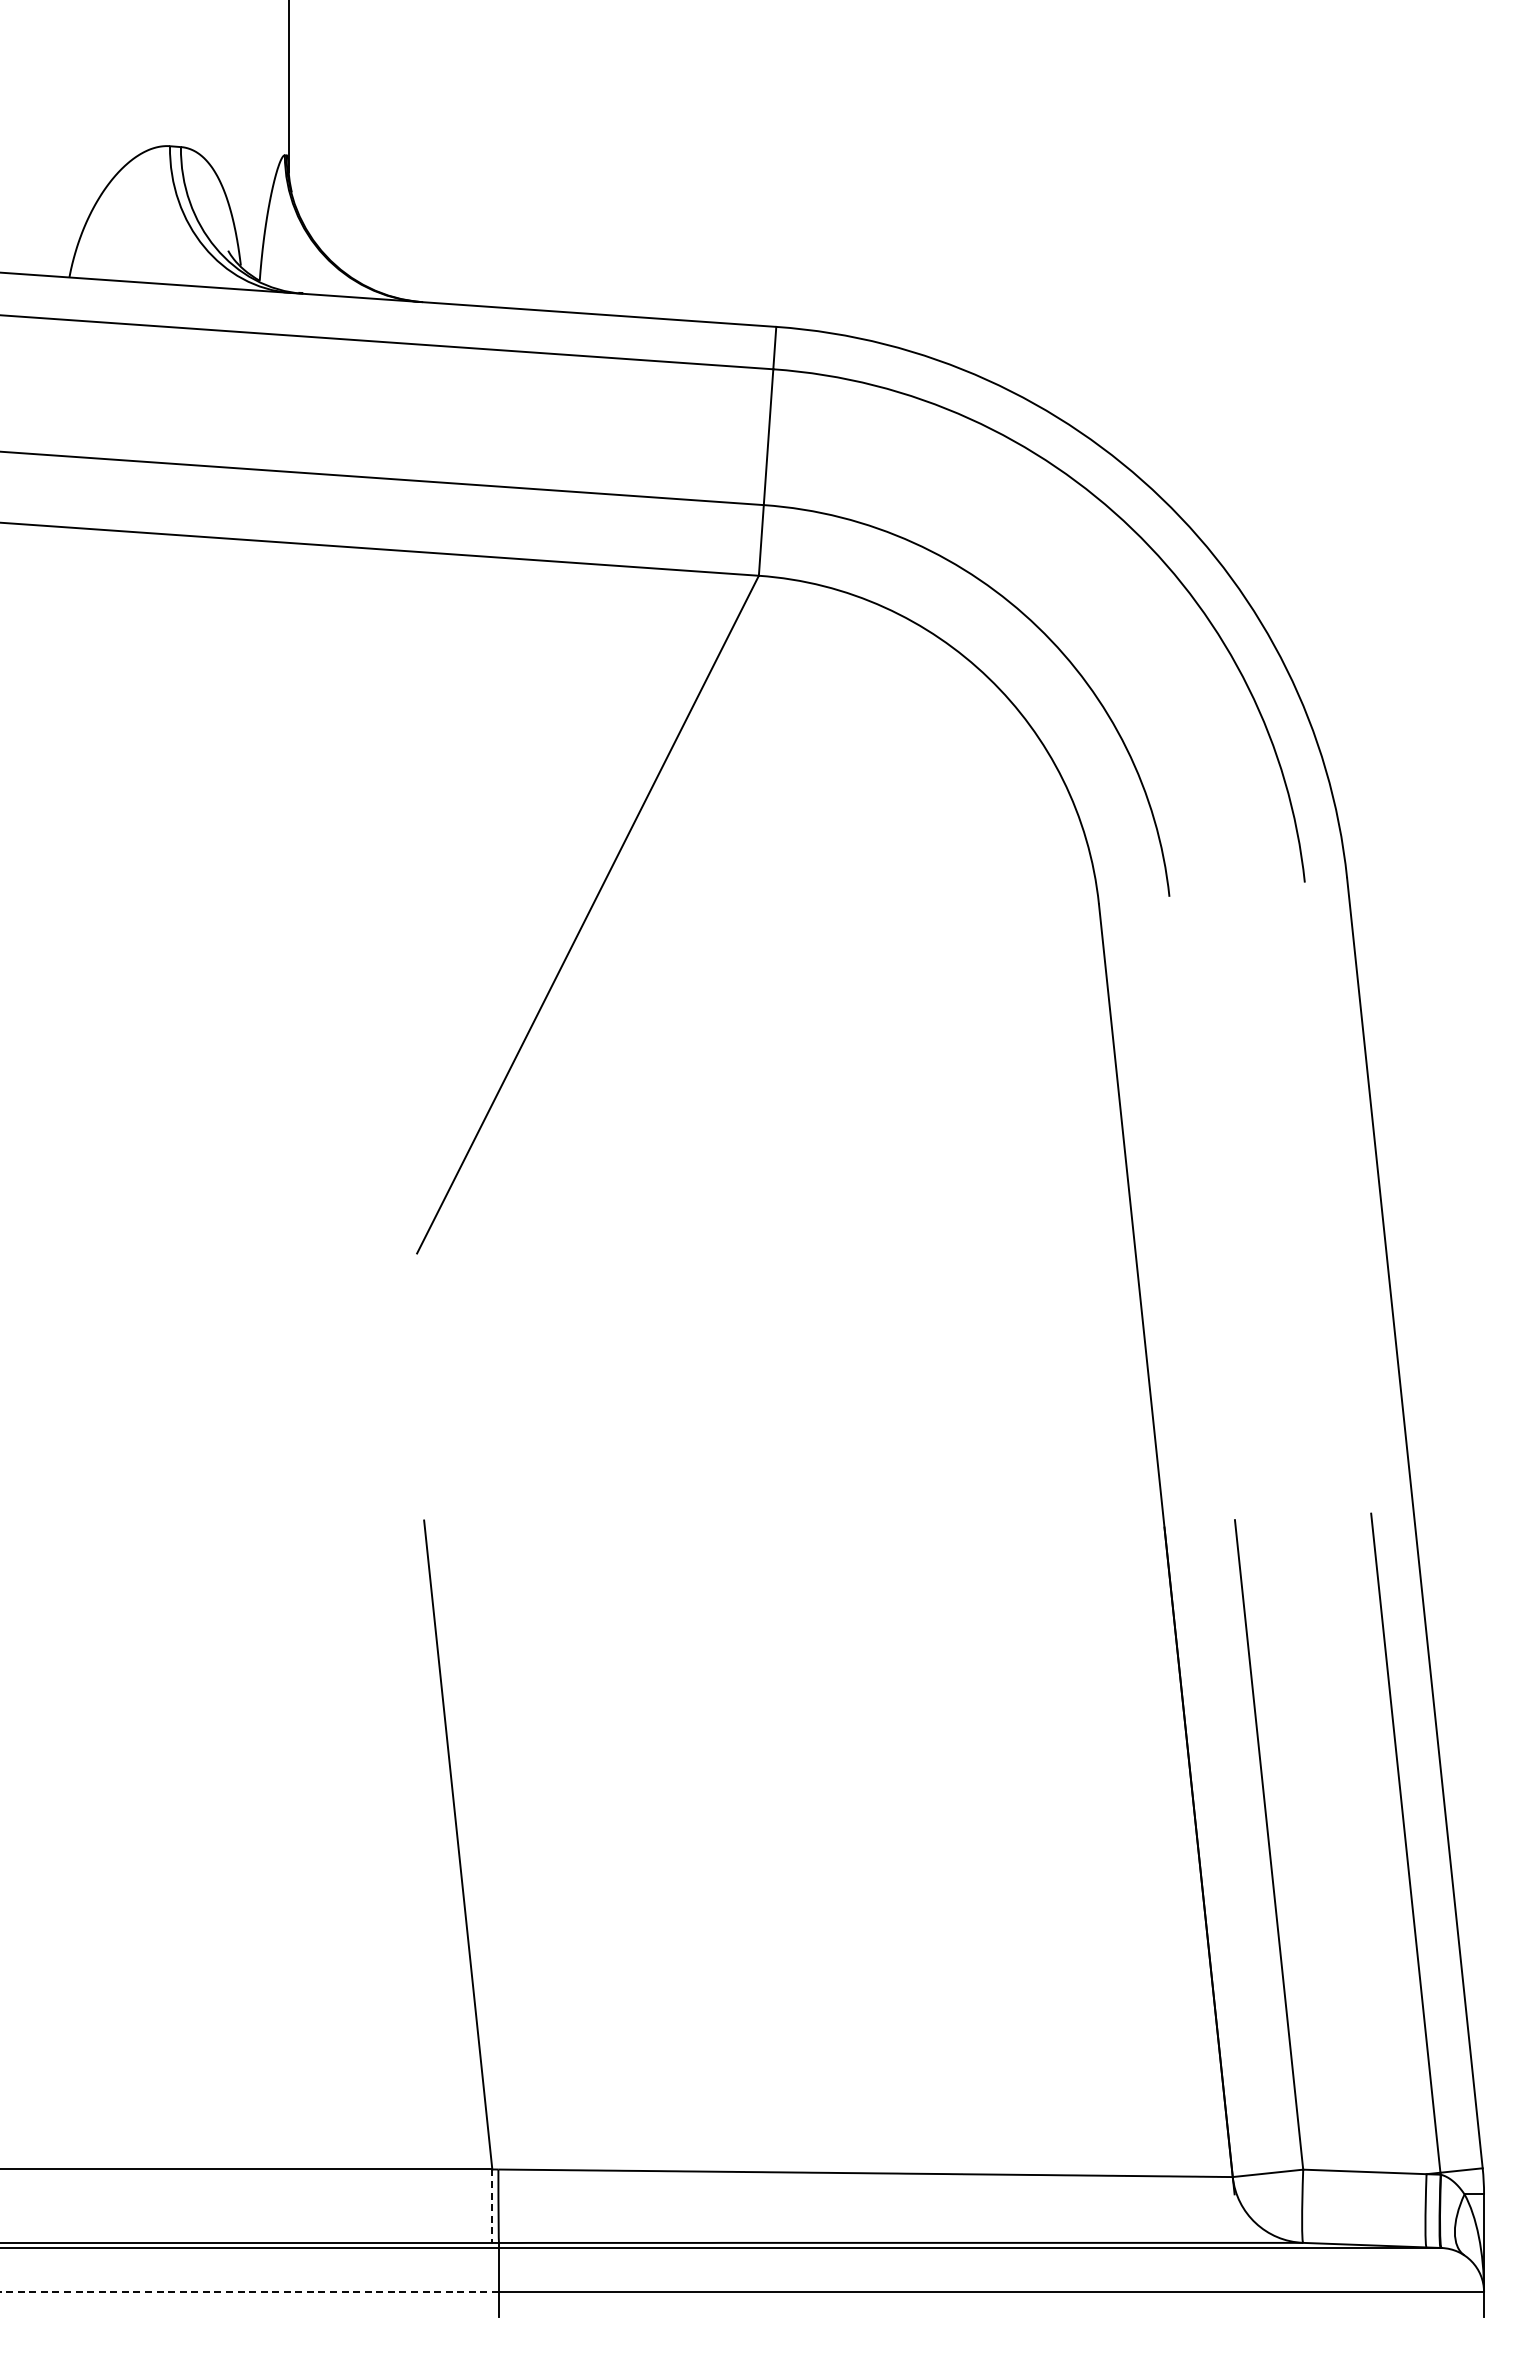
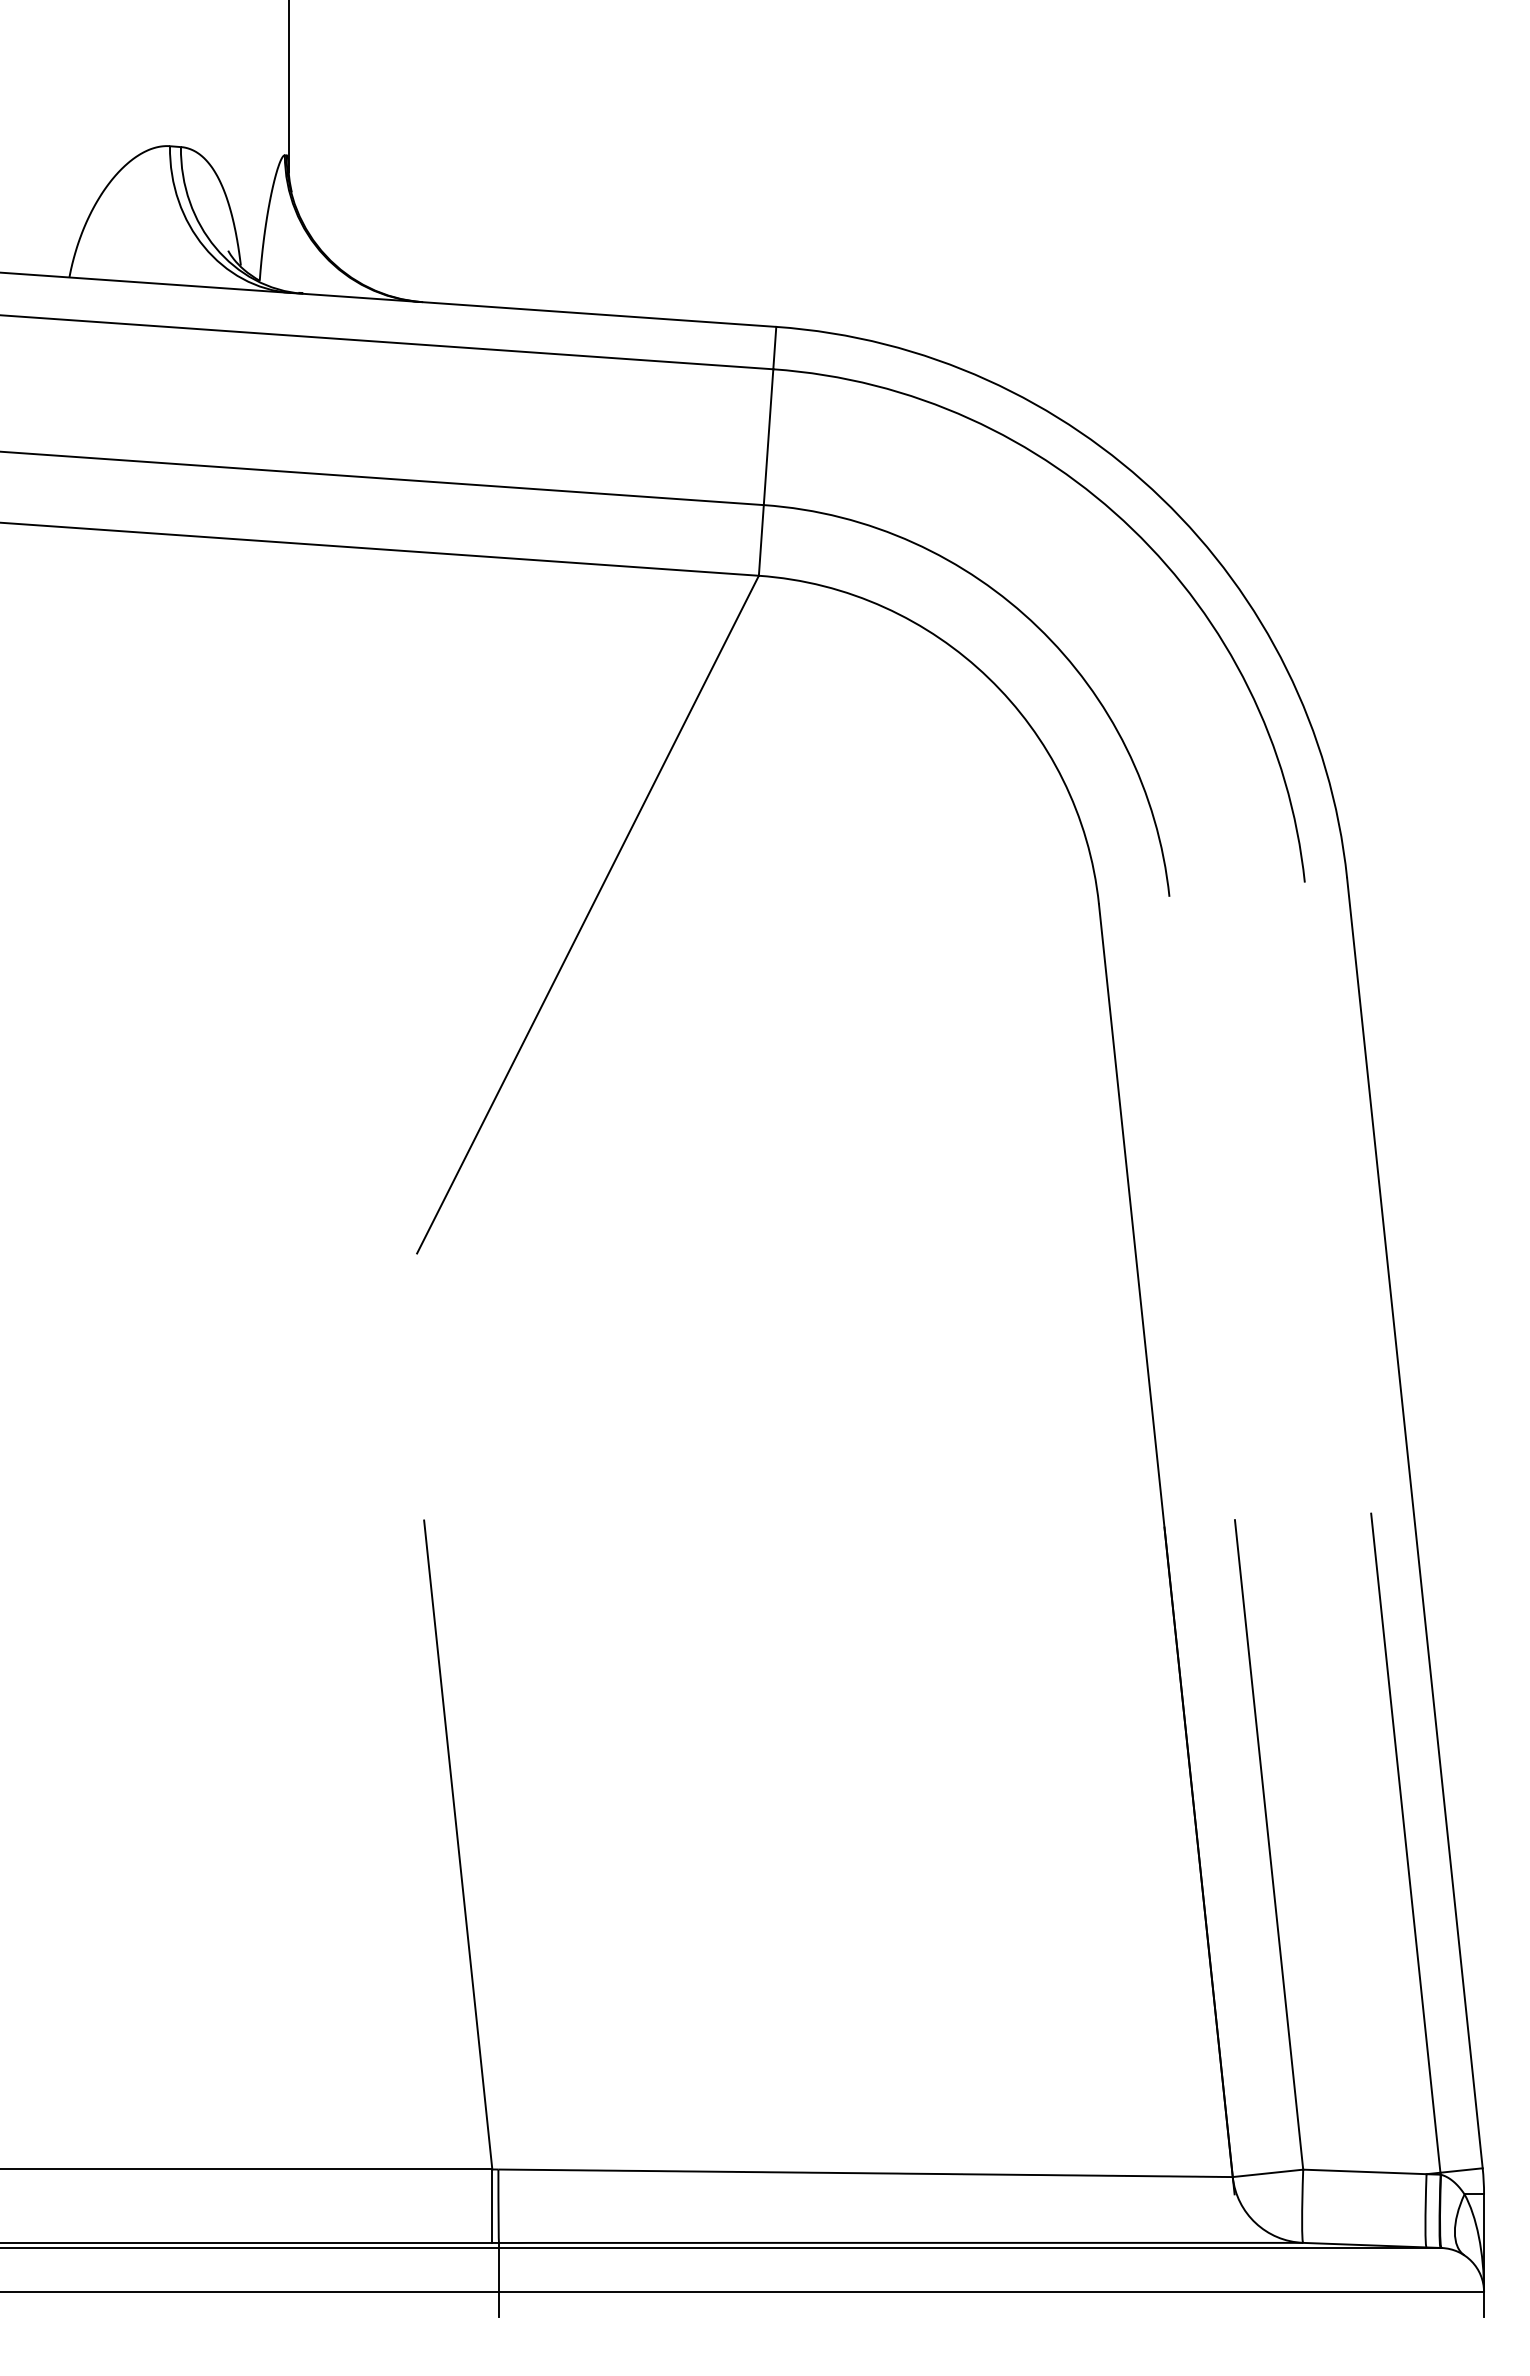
line at (492, 2206): dashed -> solid
line at (249, 2292): dashed -> solid
